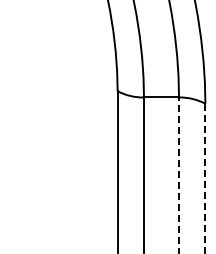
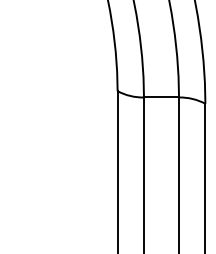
line at (179, 175): dashed -> solid
line at (205, 178): dashed -> solid
